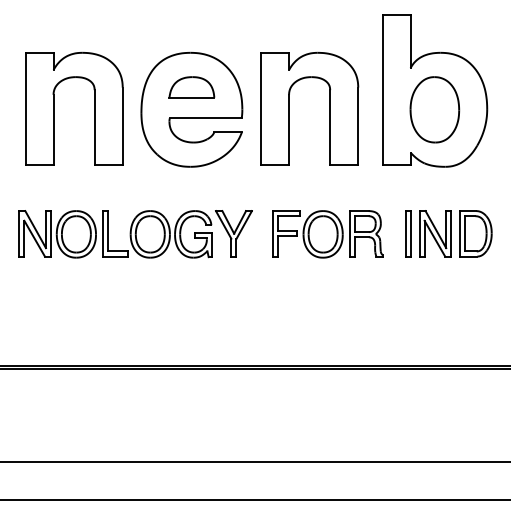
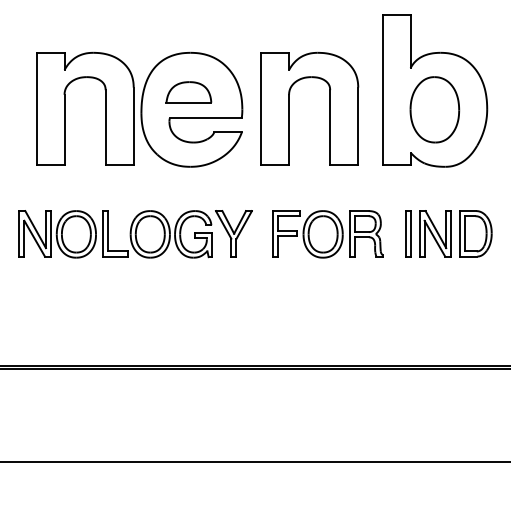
part at (191, 87) position: (191, 87) -> (188, 92)
part at (54, 108) position: (54, 108) -> (65, 108)
line at (254, 499): present -> none
